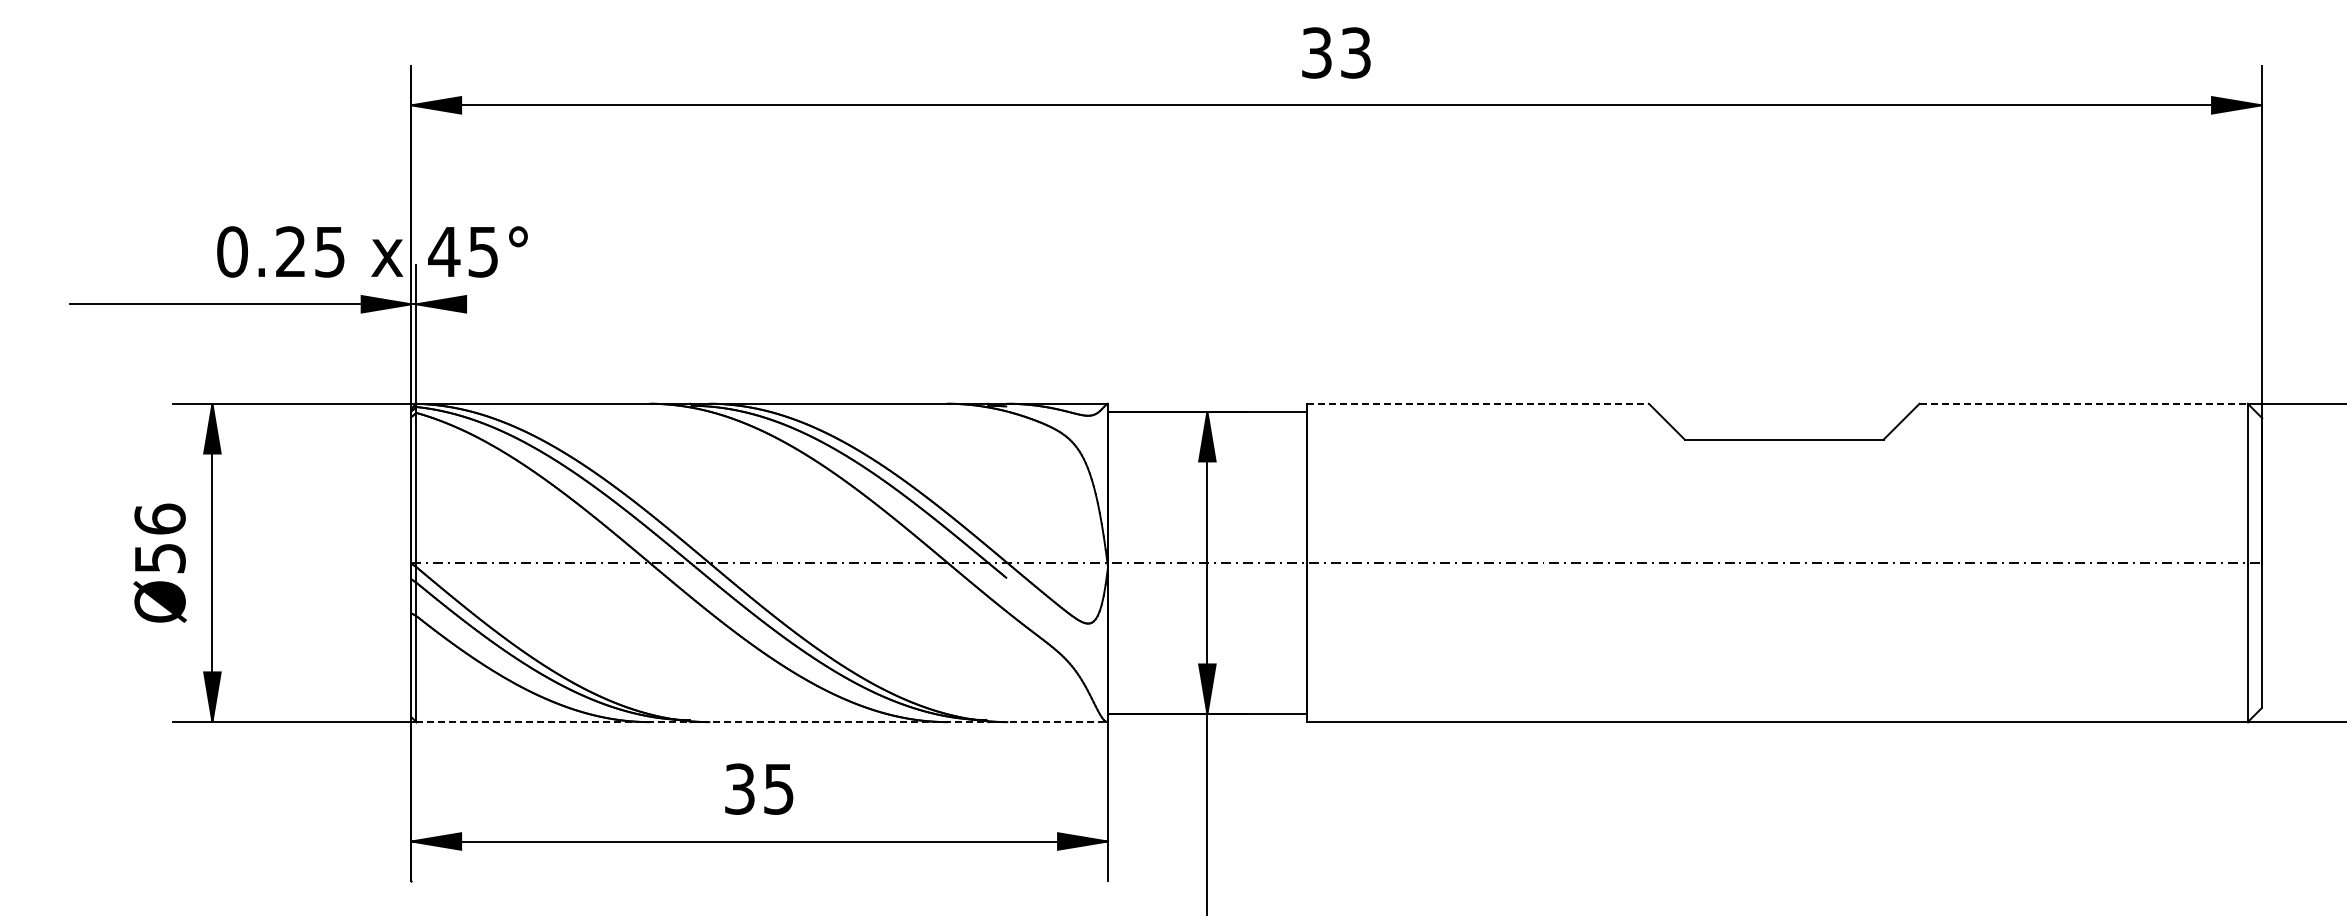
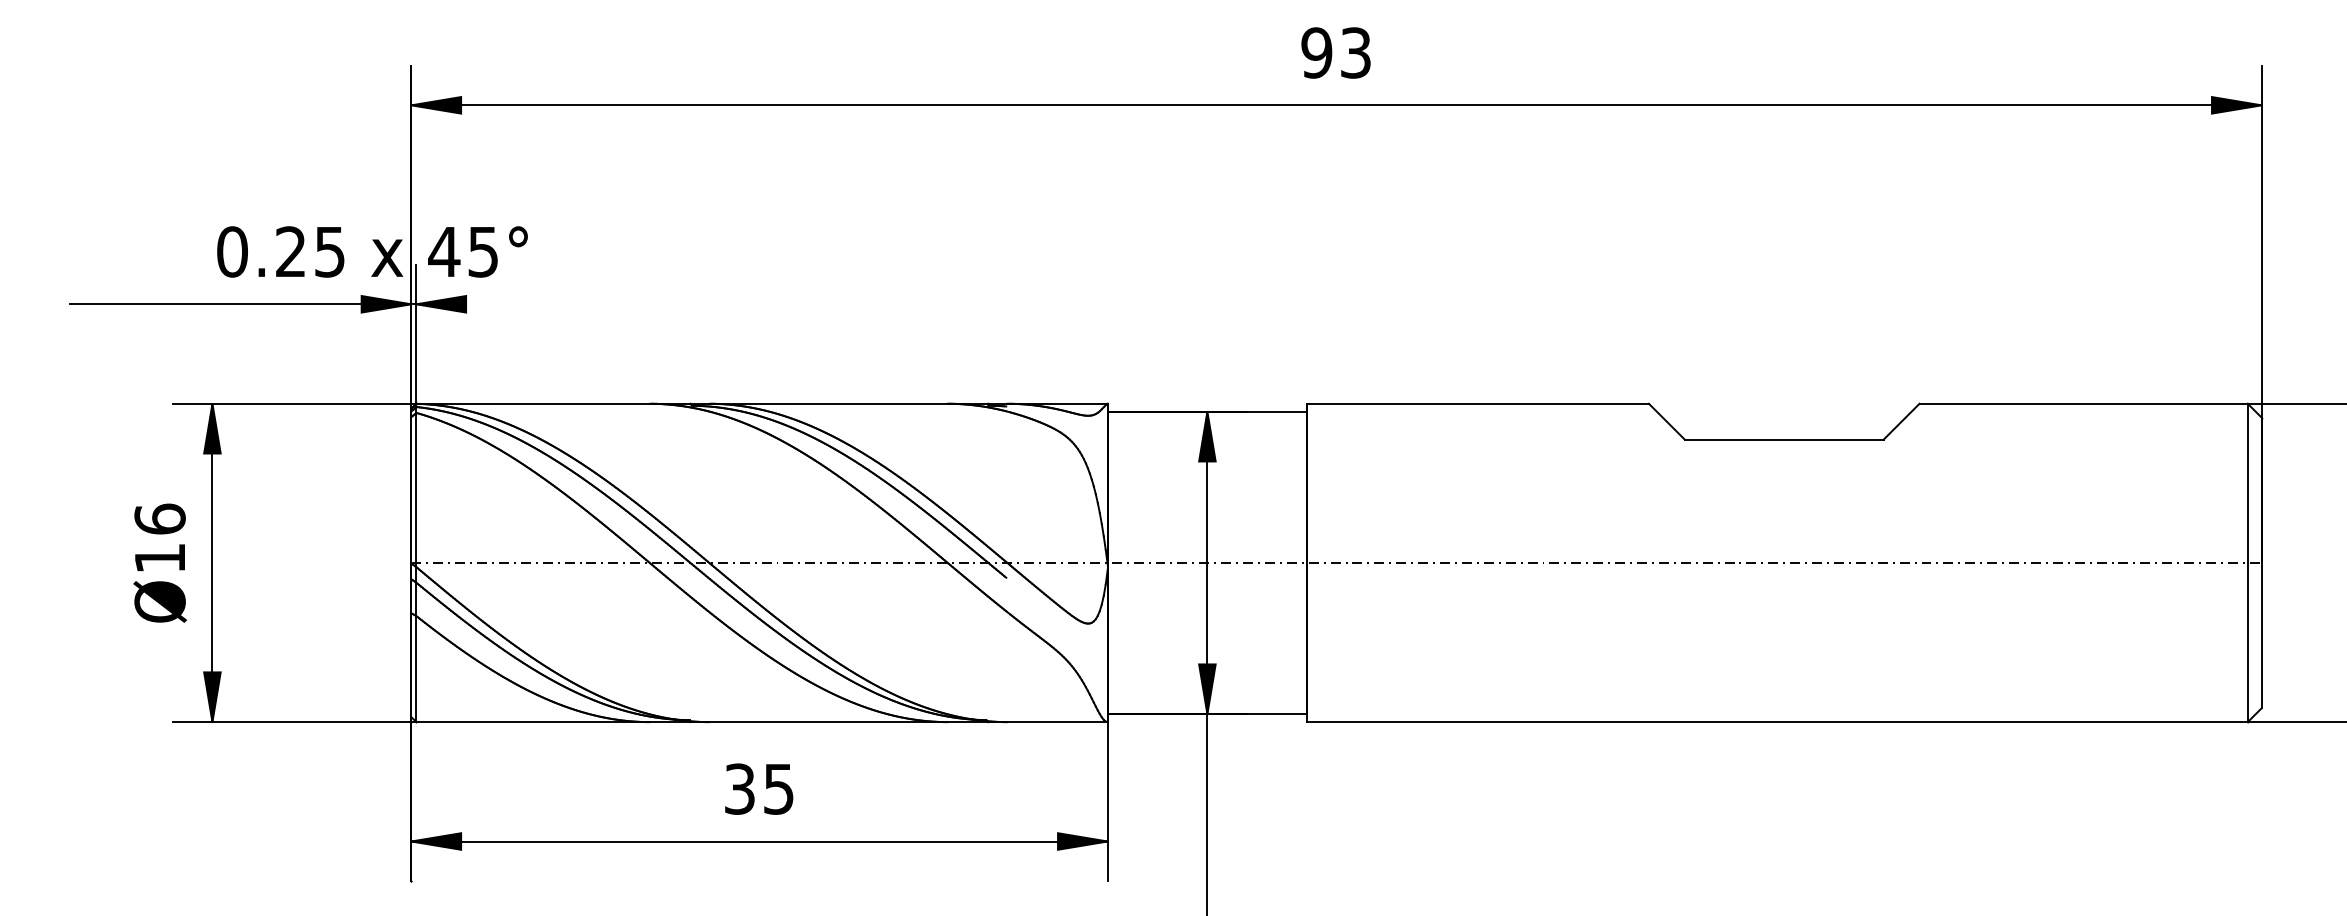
text at (1316, 52): 33 -> 93
line at (1478, 403): dashed -> solid
line at (2084, 403): dashed -> solid
text at (160, 558): Ø56 -> Ø16
line at (762, 722): dashed -> solid
